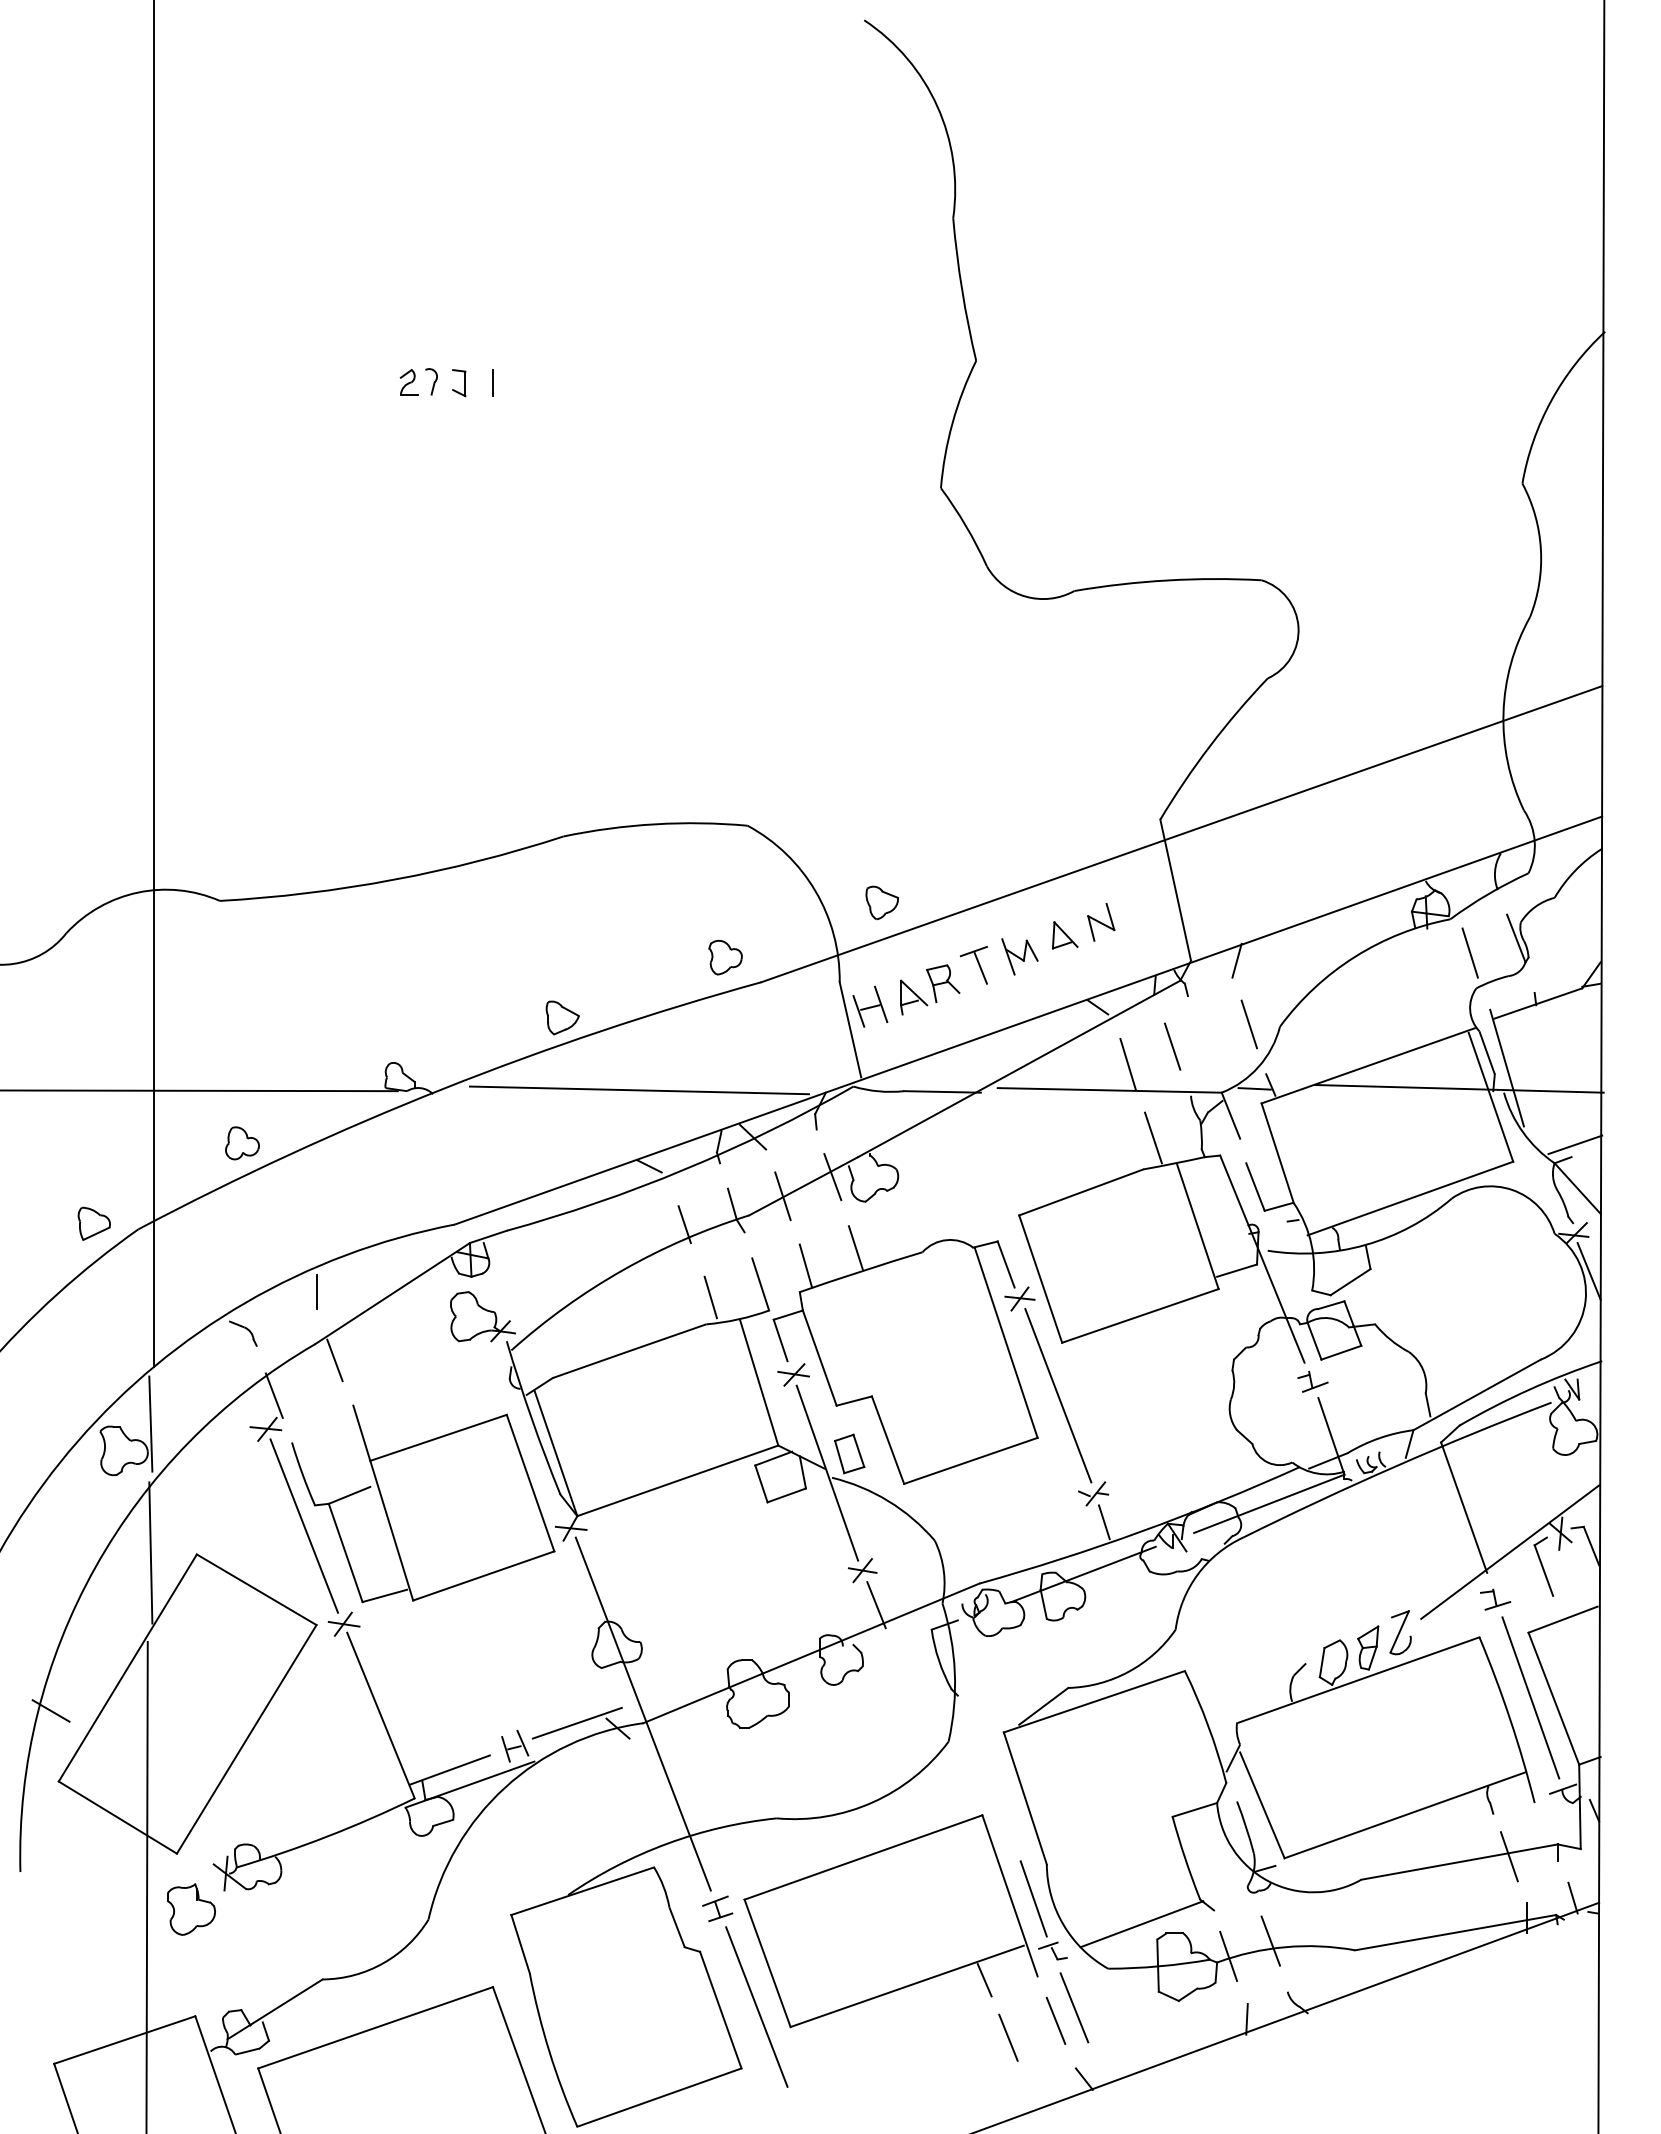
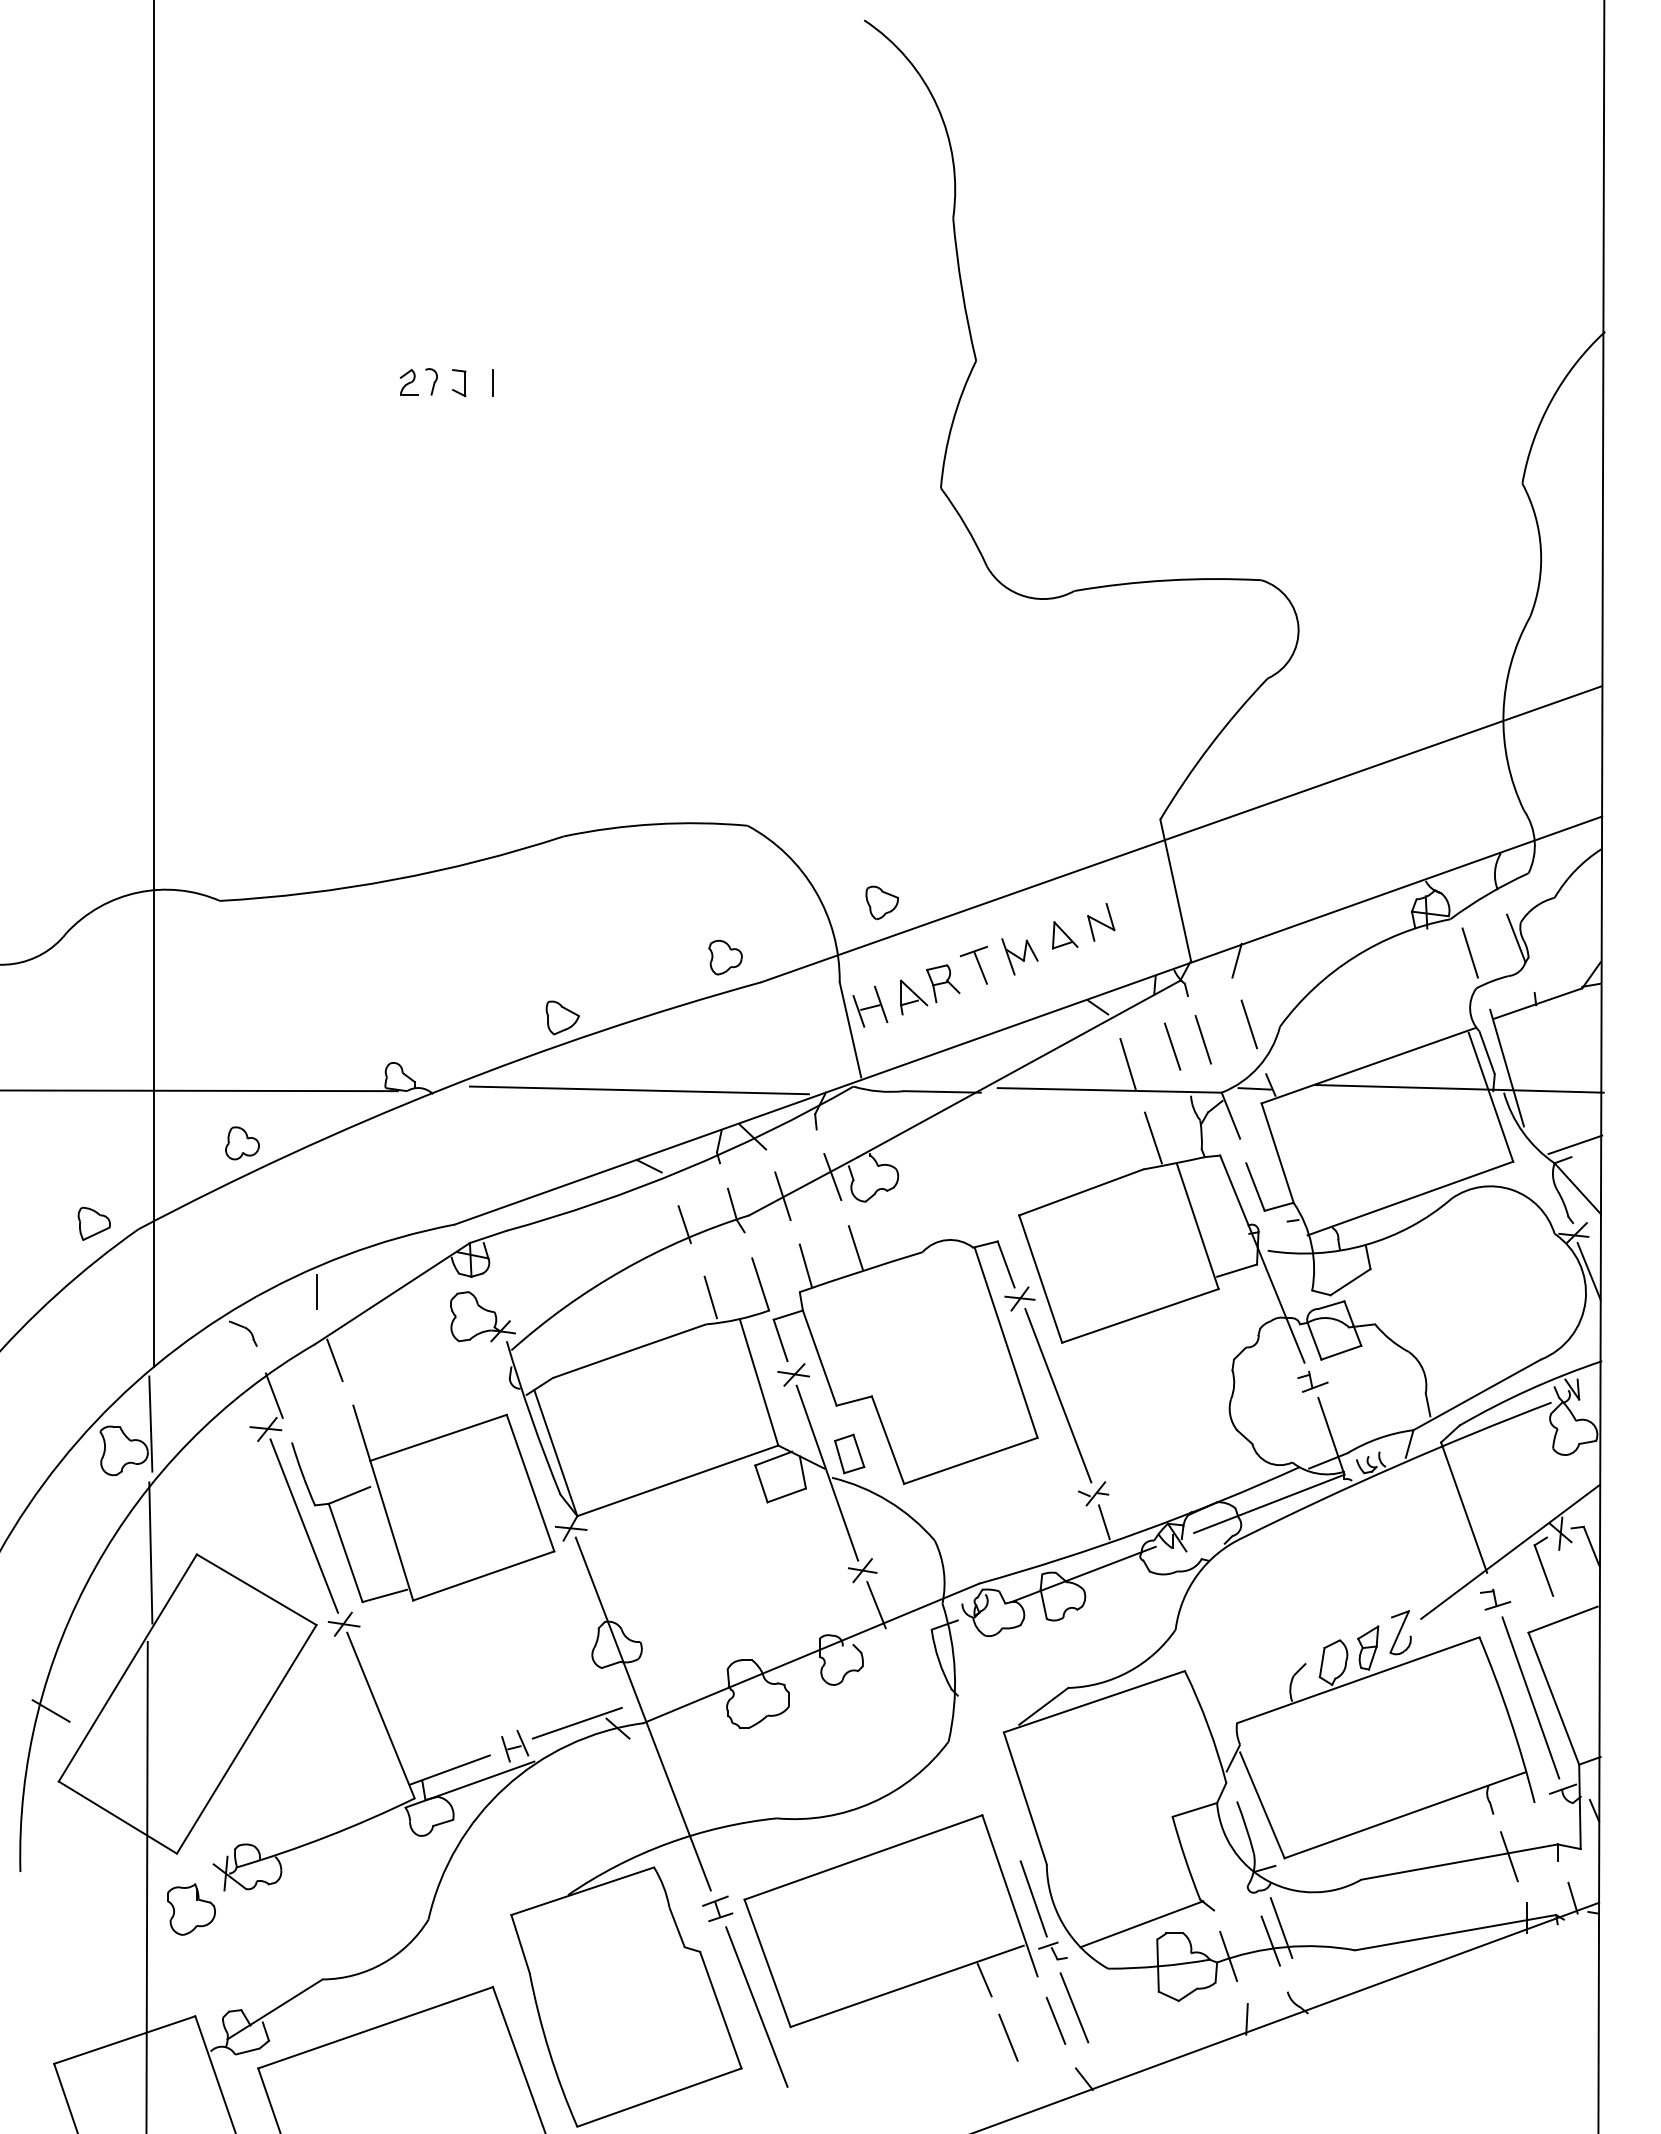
line at (1202, 1039): none -> present
line at (1281, 1927): none -> present
